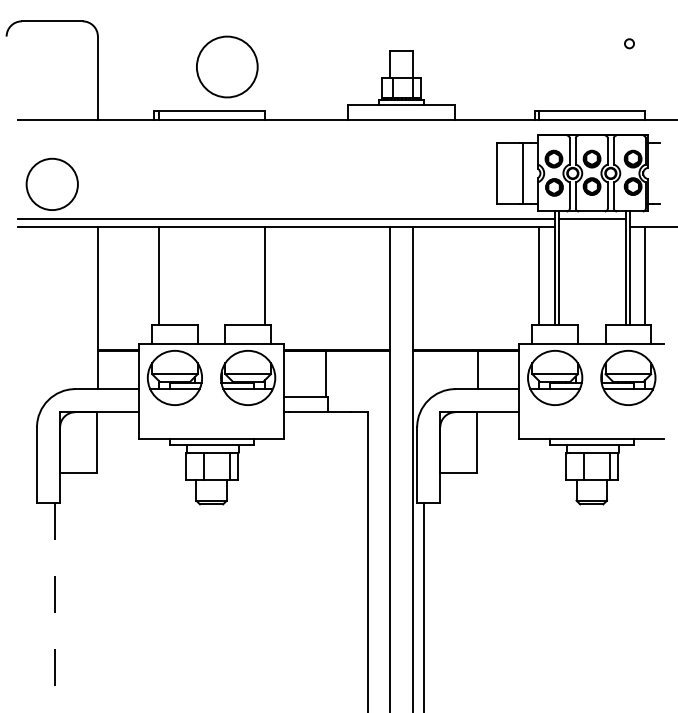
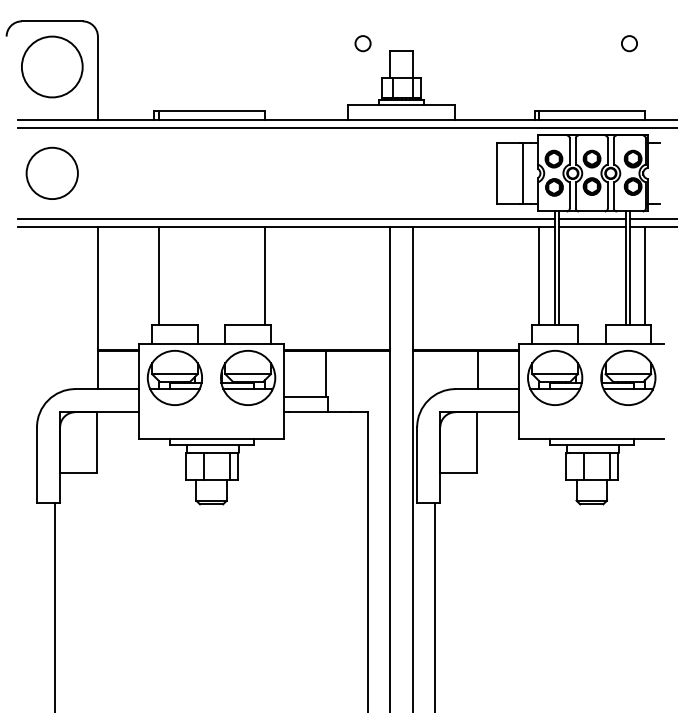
circle at (362, 43): none -> present
circle at (629, 43) size: 11x12 px -> 17x18 px
circle at (227, 66) position: (227, 66) -> (52, 66)
line at (345, 128): none -> present
circle at (51, 183) position: (51, 183) -> (51, 172)
line at (651, 218): none -> present
line at (591, 226): none -> present
line at (424, 606) position: (424, 606) -> (435, 606)
line at (54, 608): dashed -> solid
